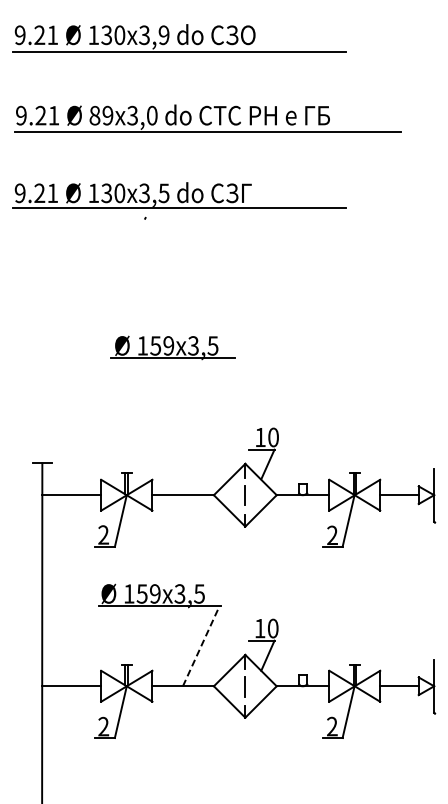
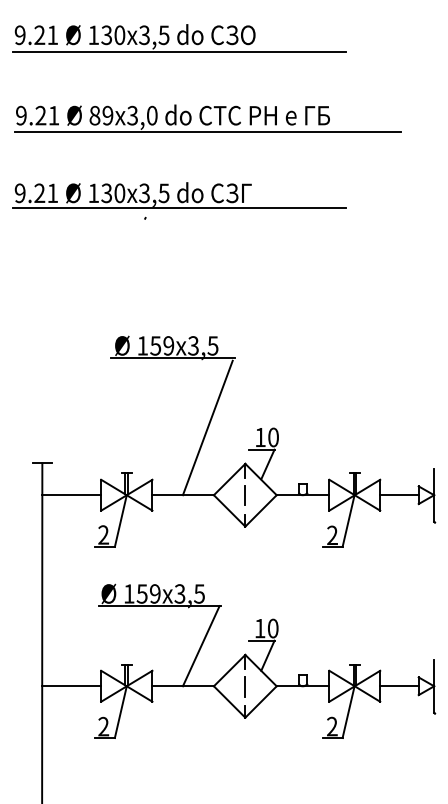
text at (163, 34): 3,9 -> 3,5
line at (207, 427): none -> present
line at (201, 645): dashed -> solid
